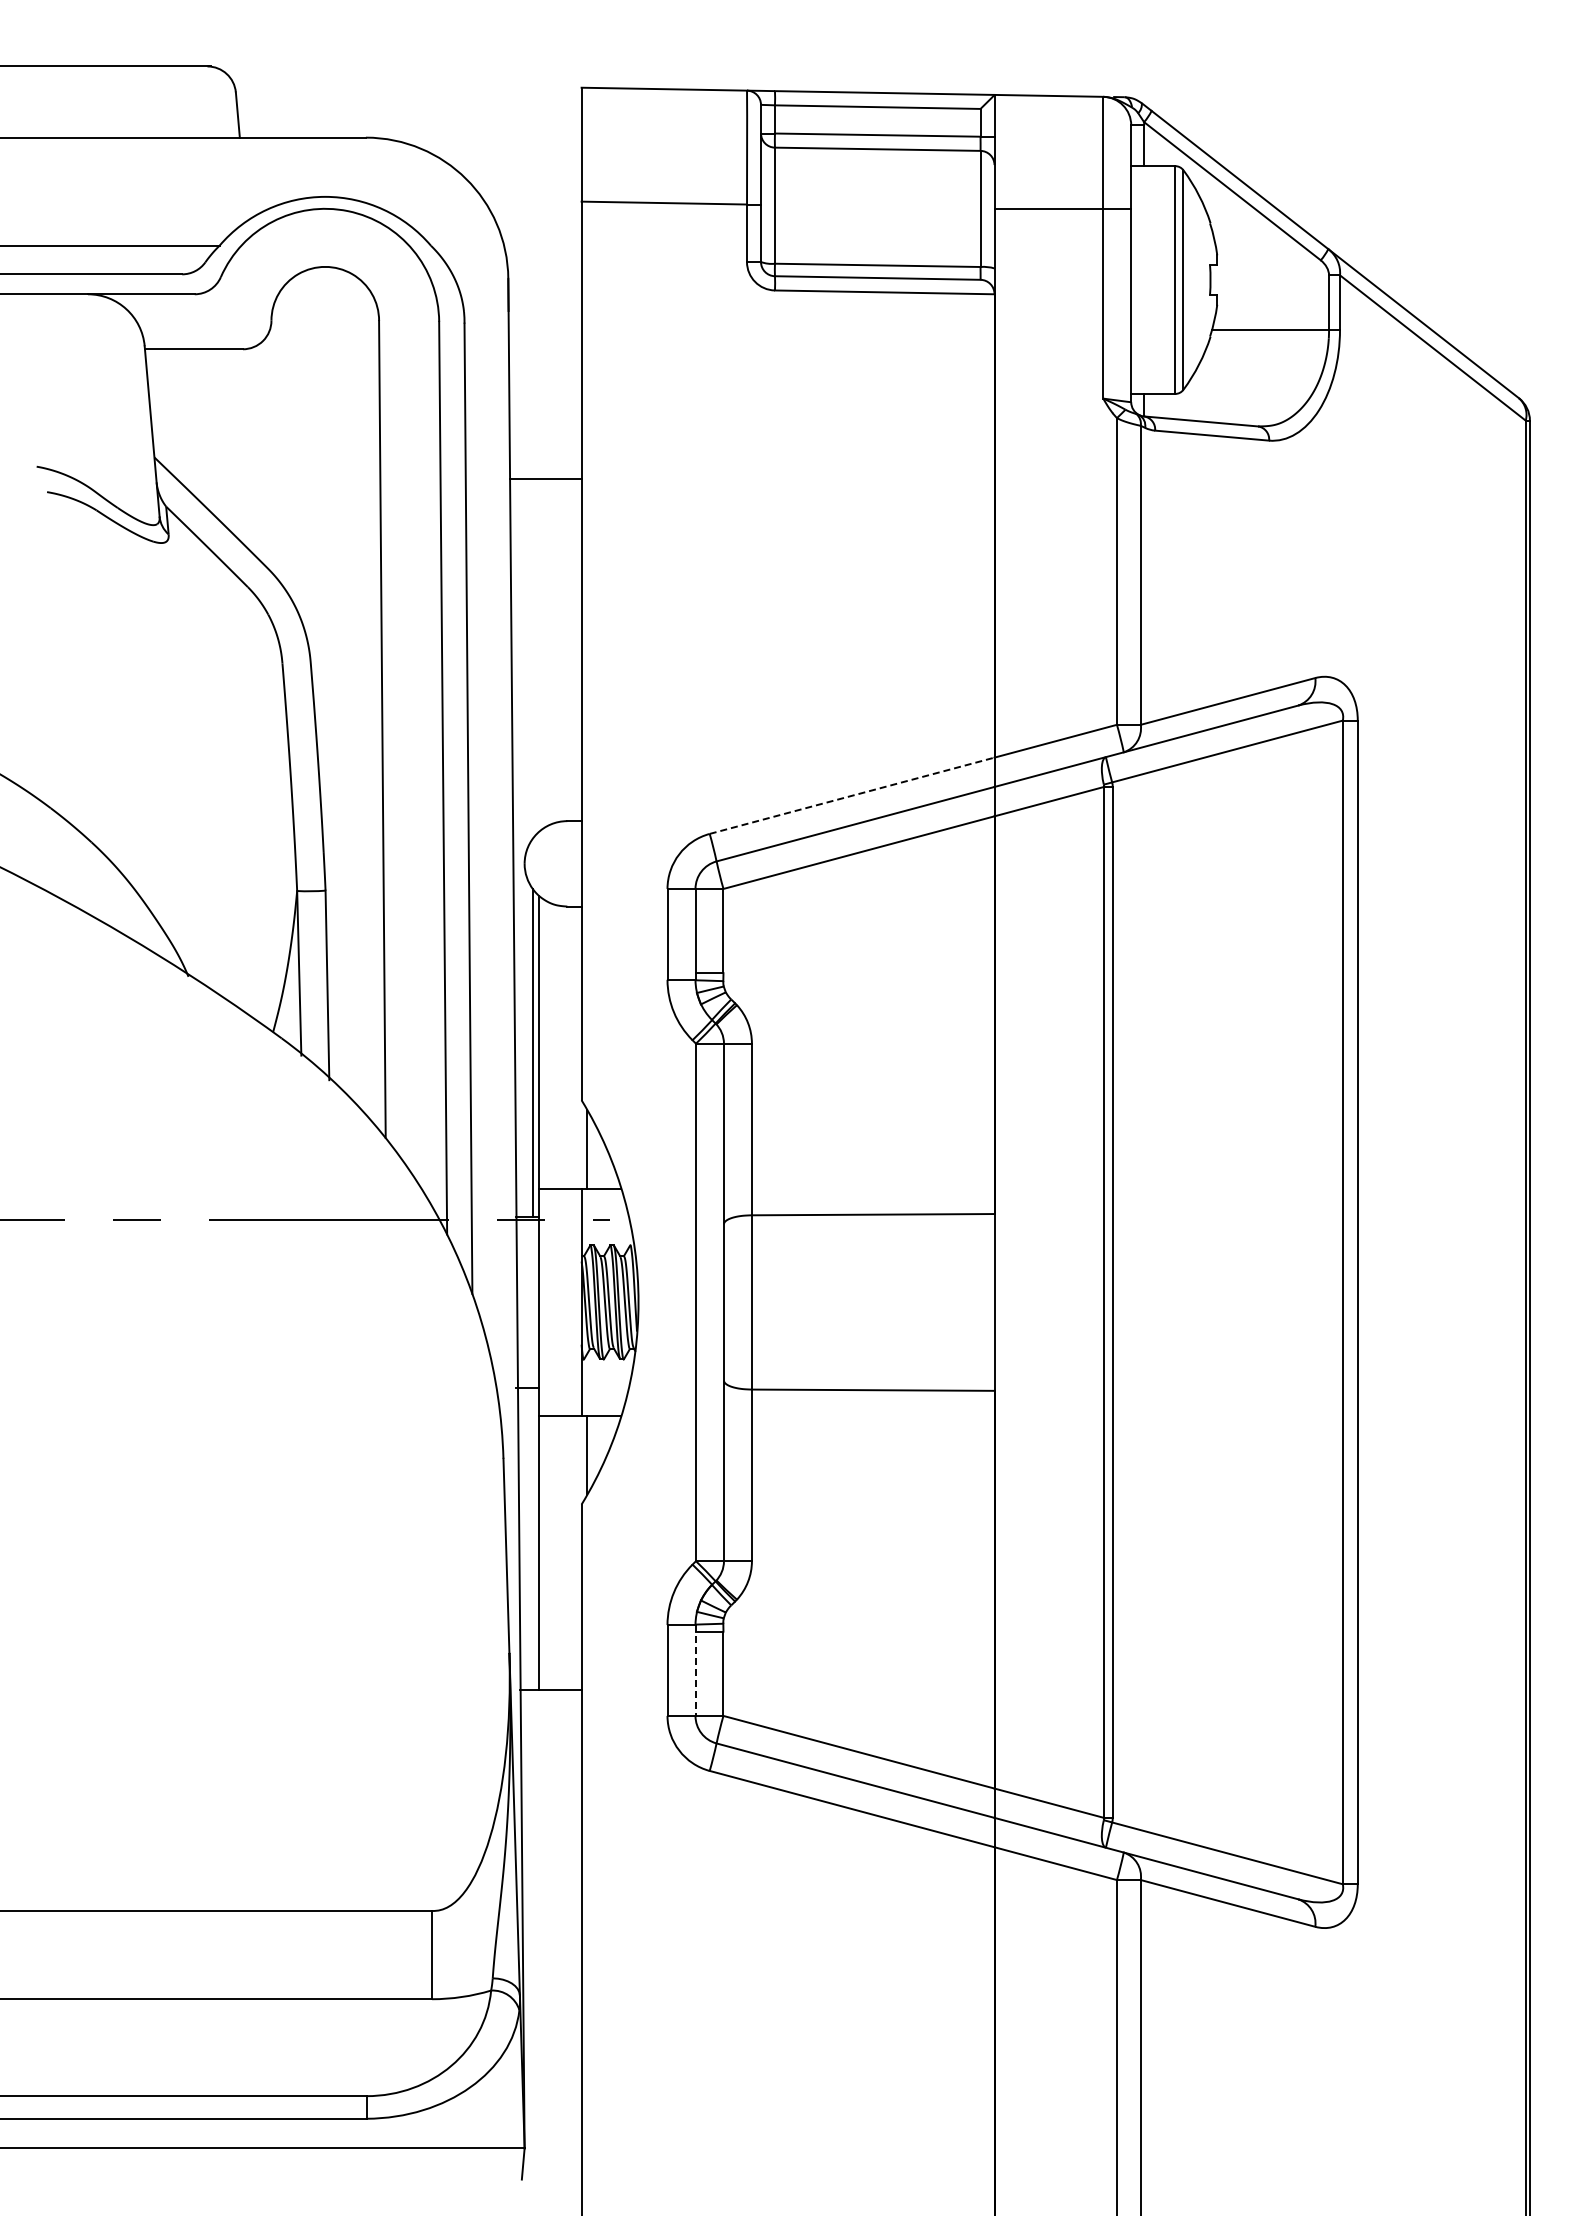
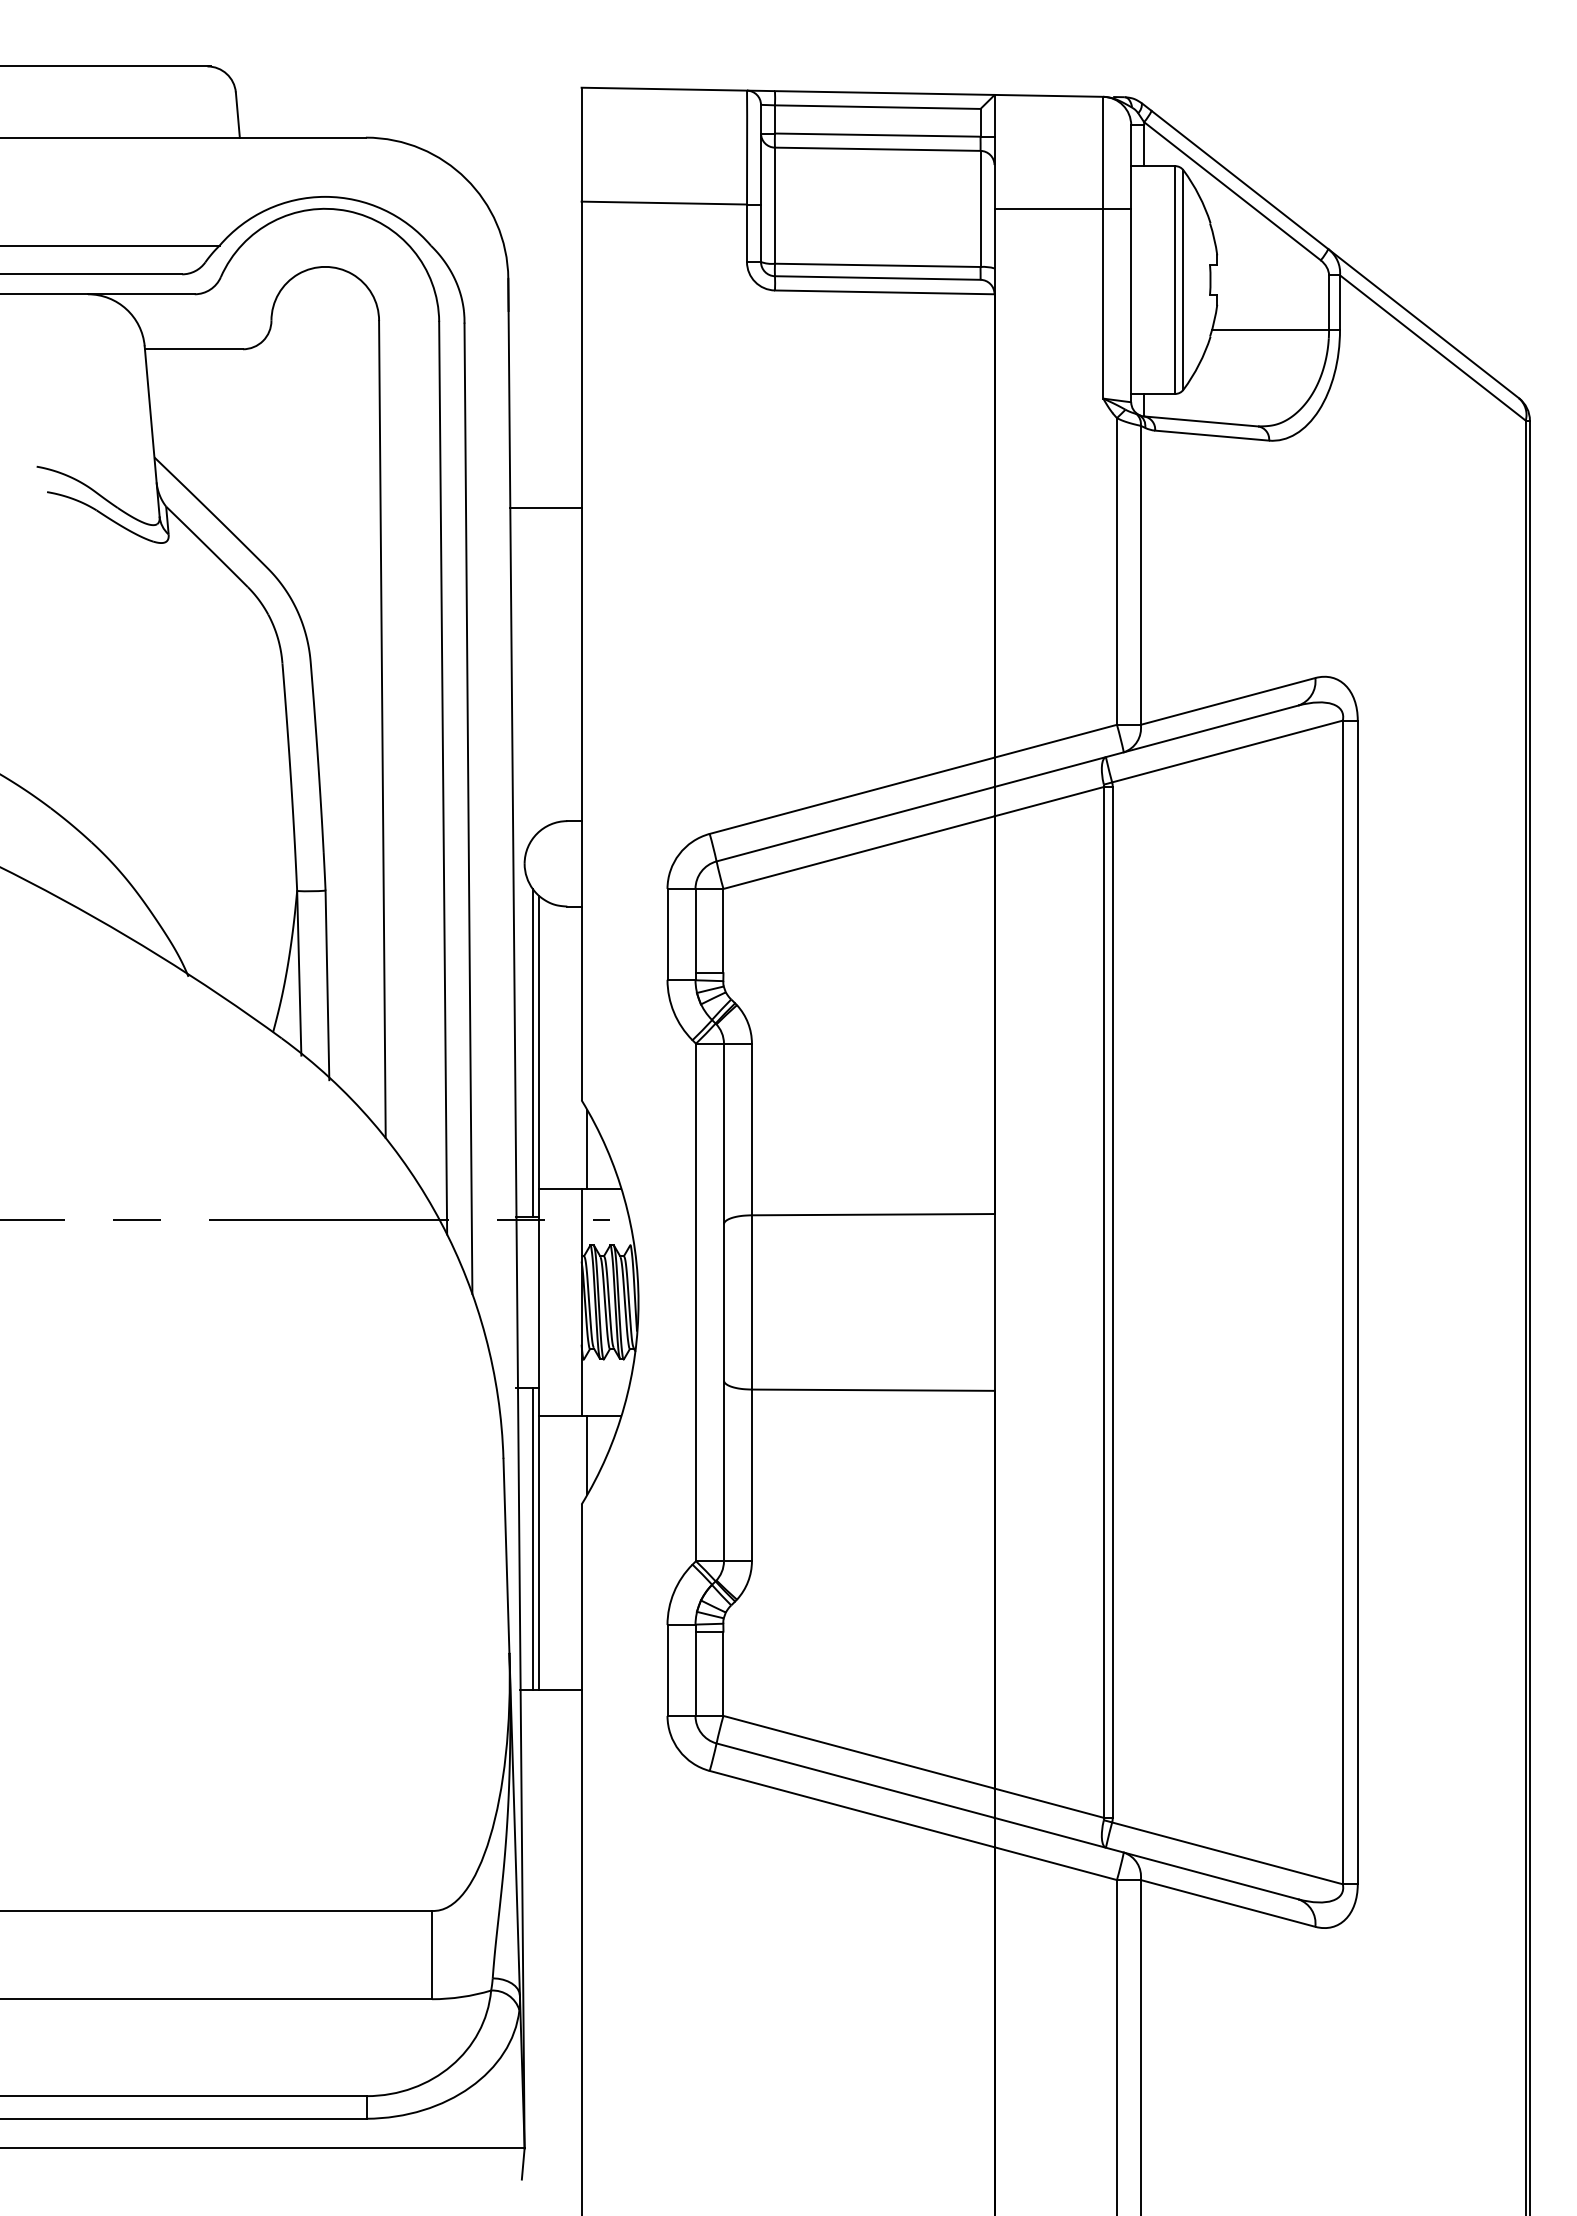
line at (545, 478) position: (545, 478) -> (545, 507)
line at (852, 795): dashed -> solid
line at (533, 1538): none -> present
line at (695, 1671): dashed -> solid
